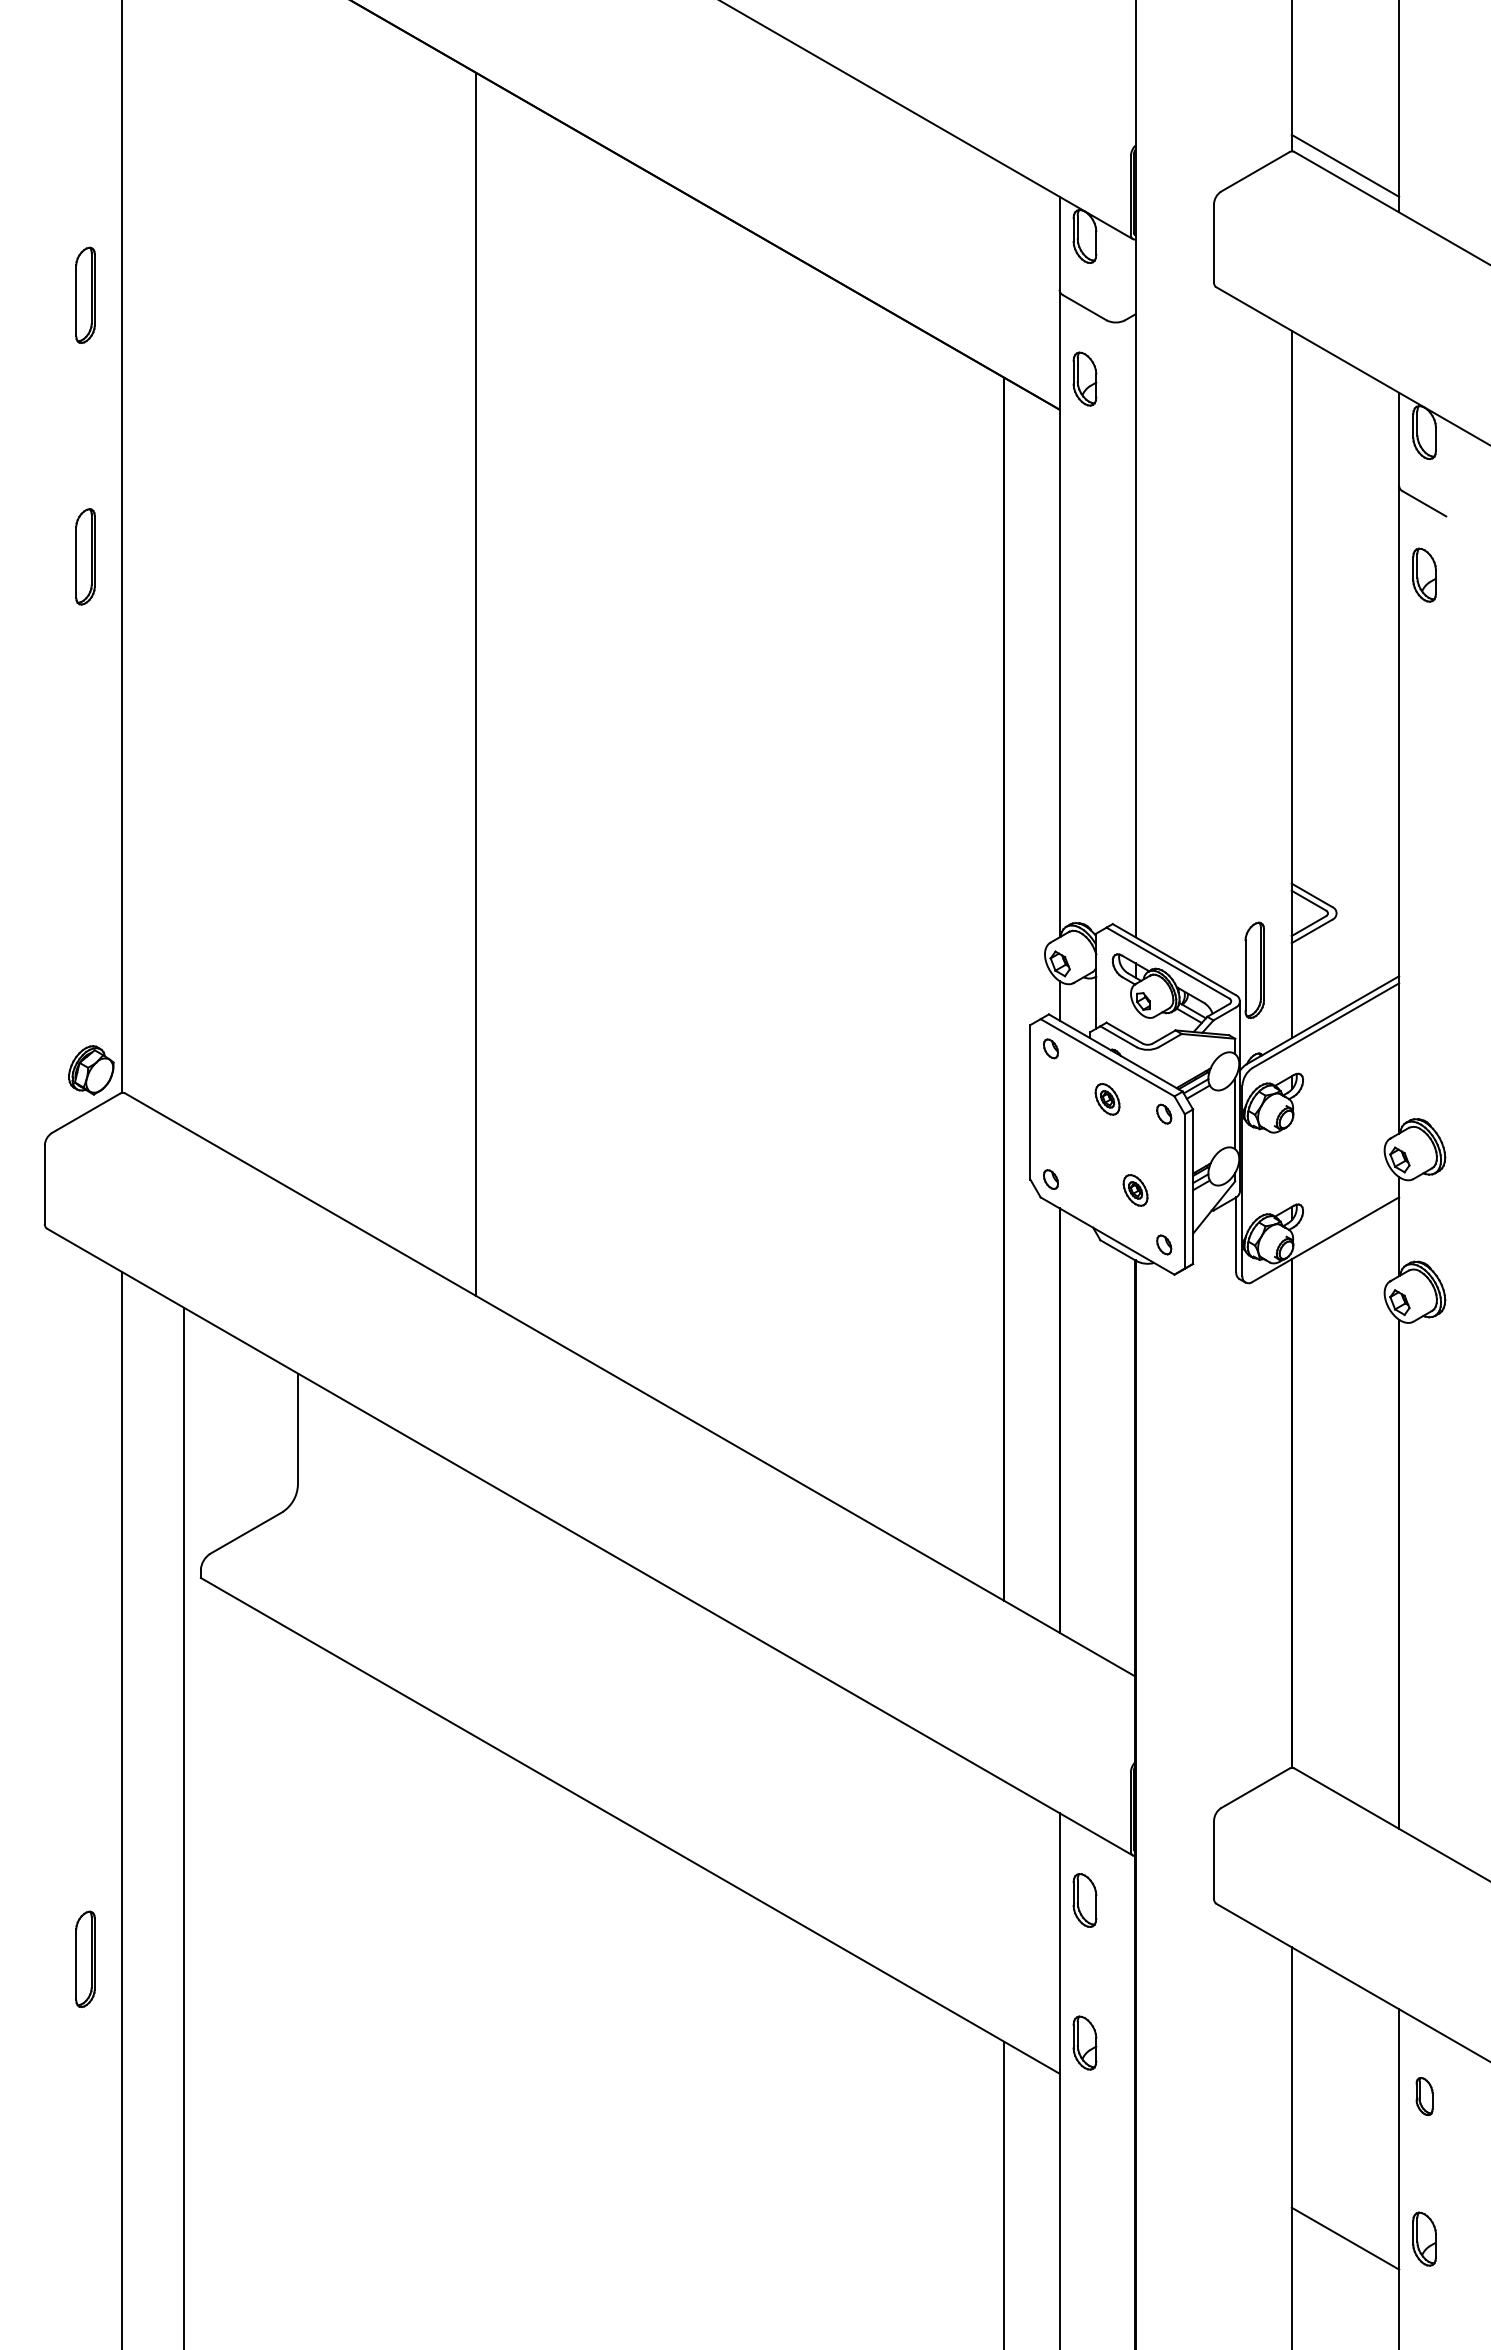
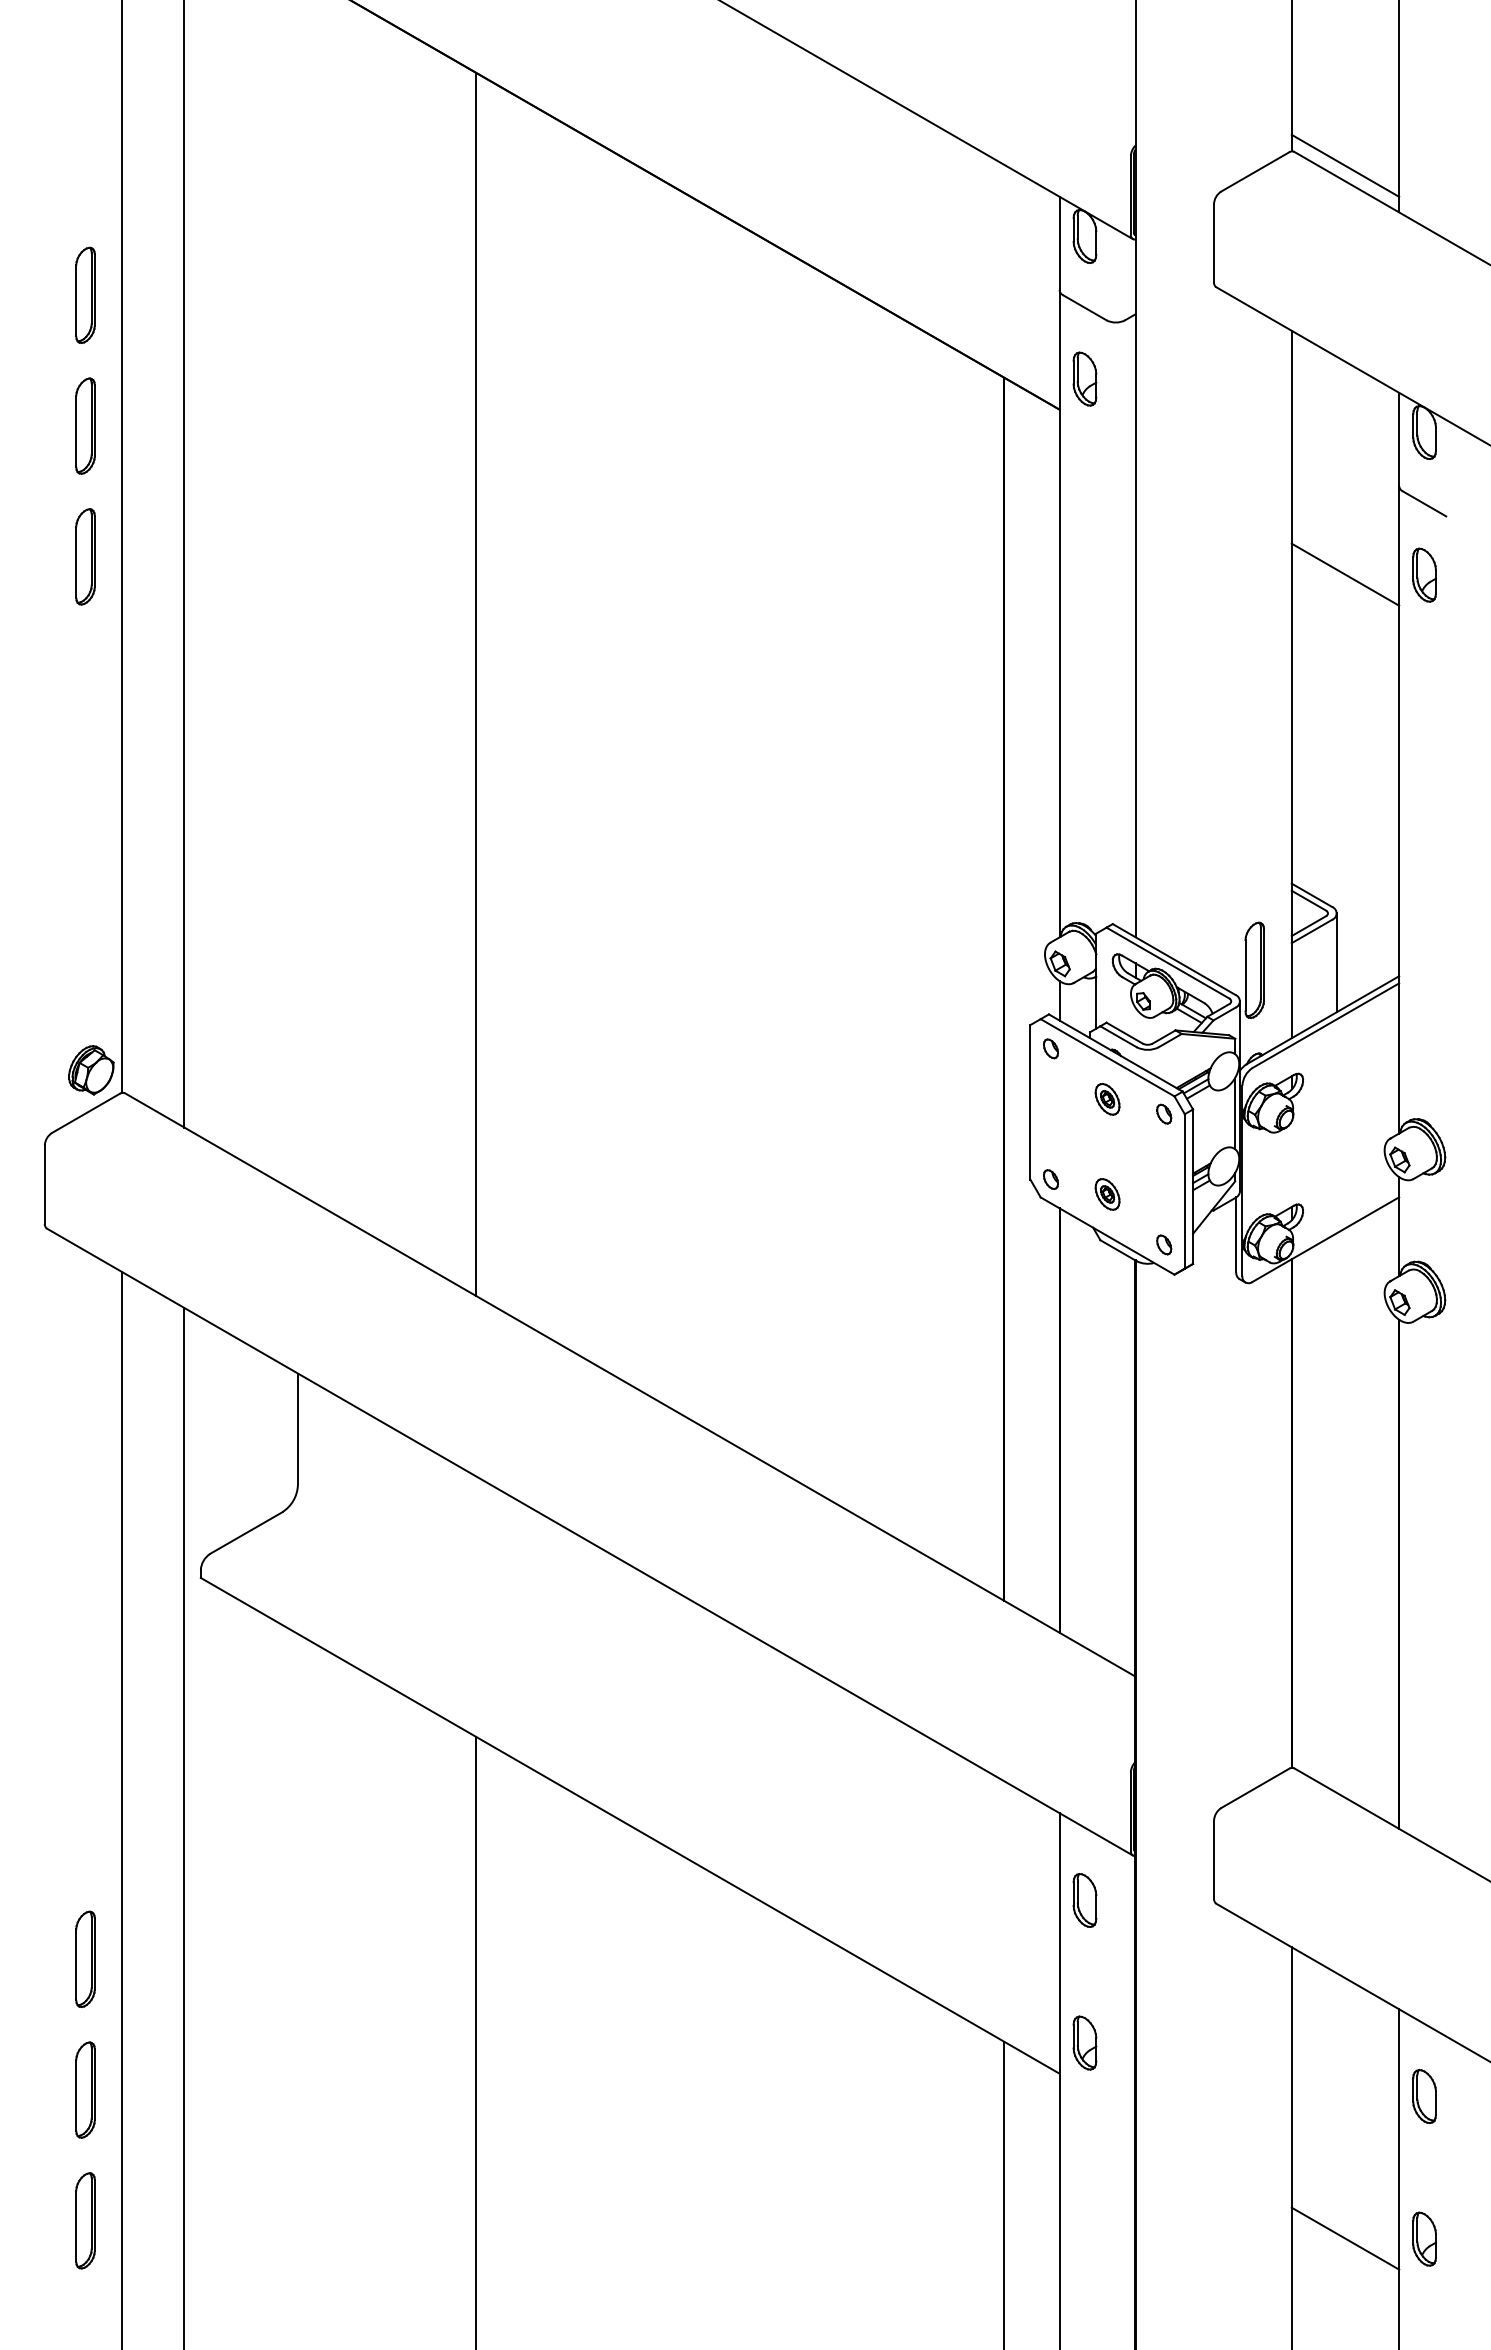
part at (85, 425): none -> present
line at (184, 564): none -> present
line at (1345, 574): none -> present
line at (1336, 962): none -> present
part at (1135, 1190) position: (1135, 1190) -> (1107, 1194)
line at (476, 2041): none -> present
part at (85, 2089): none -> present
part at (1424, 2096) size: 19x40 px -> 25x55 px
part at (85, 2220): none -> present
